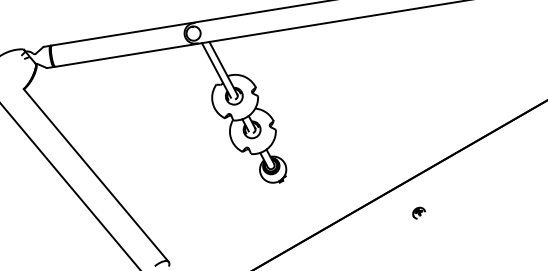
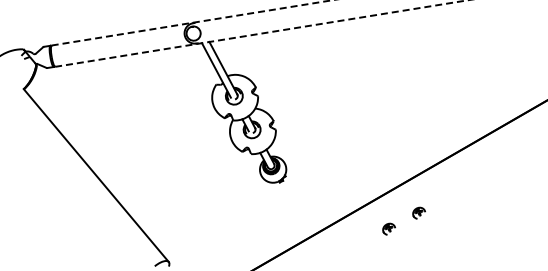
line at (192, 22): solid -> dashed
line at (262, 33): solid -> dashed
line at (70, 186): present -> none
part at (388, 228): none -> present
